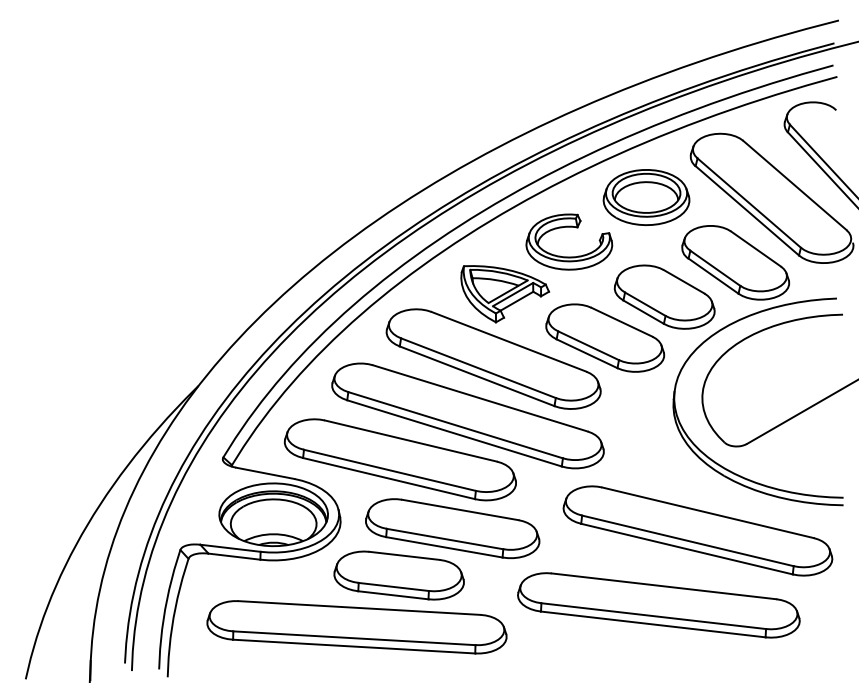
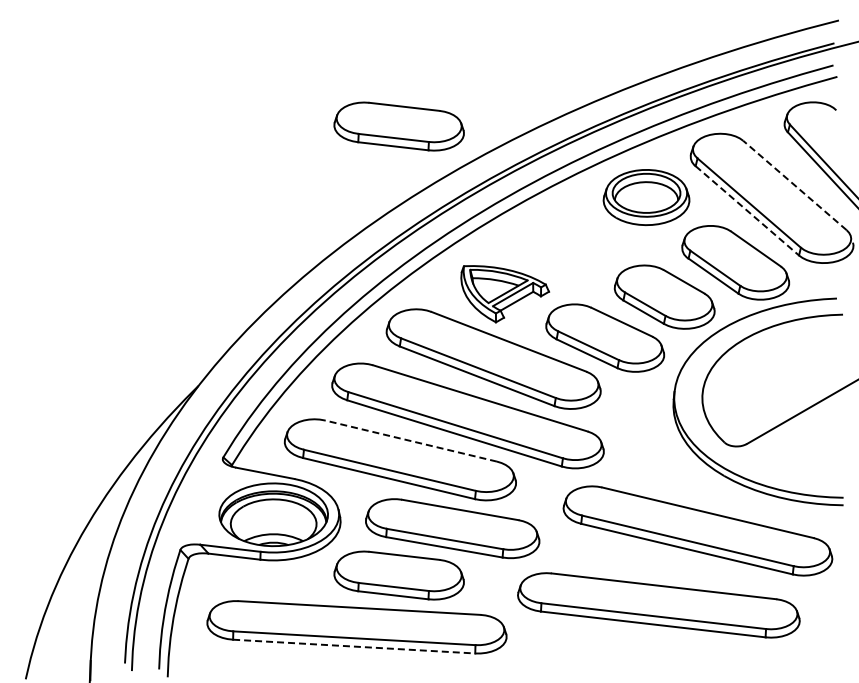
part at (398, 126): none -> present
line at (794, 185): solid -> dashed
line at (747, 211): solid -> dashed
part at (569, 227): present -> none
line at (410, 440): solid -> dashed
line at (354, 646): solid -> dashed
